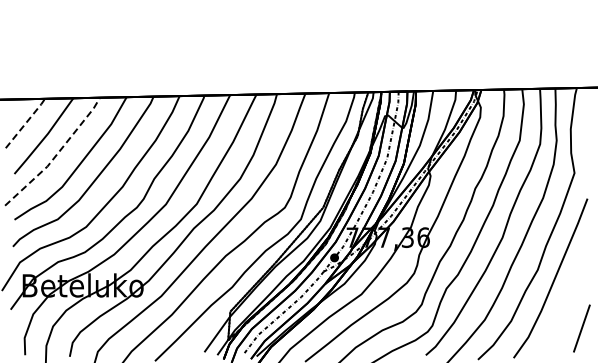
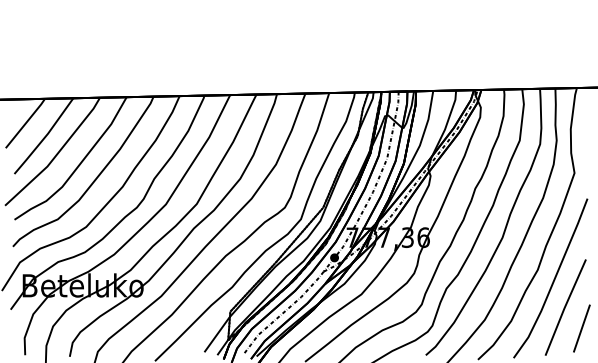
line at (26, 122): dashed -> solid
line at (56, 154): dashed -> solid
line at (565, 307): none -> present
